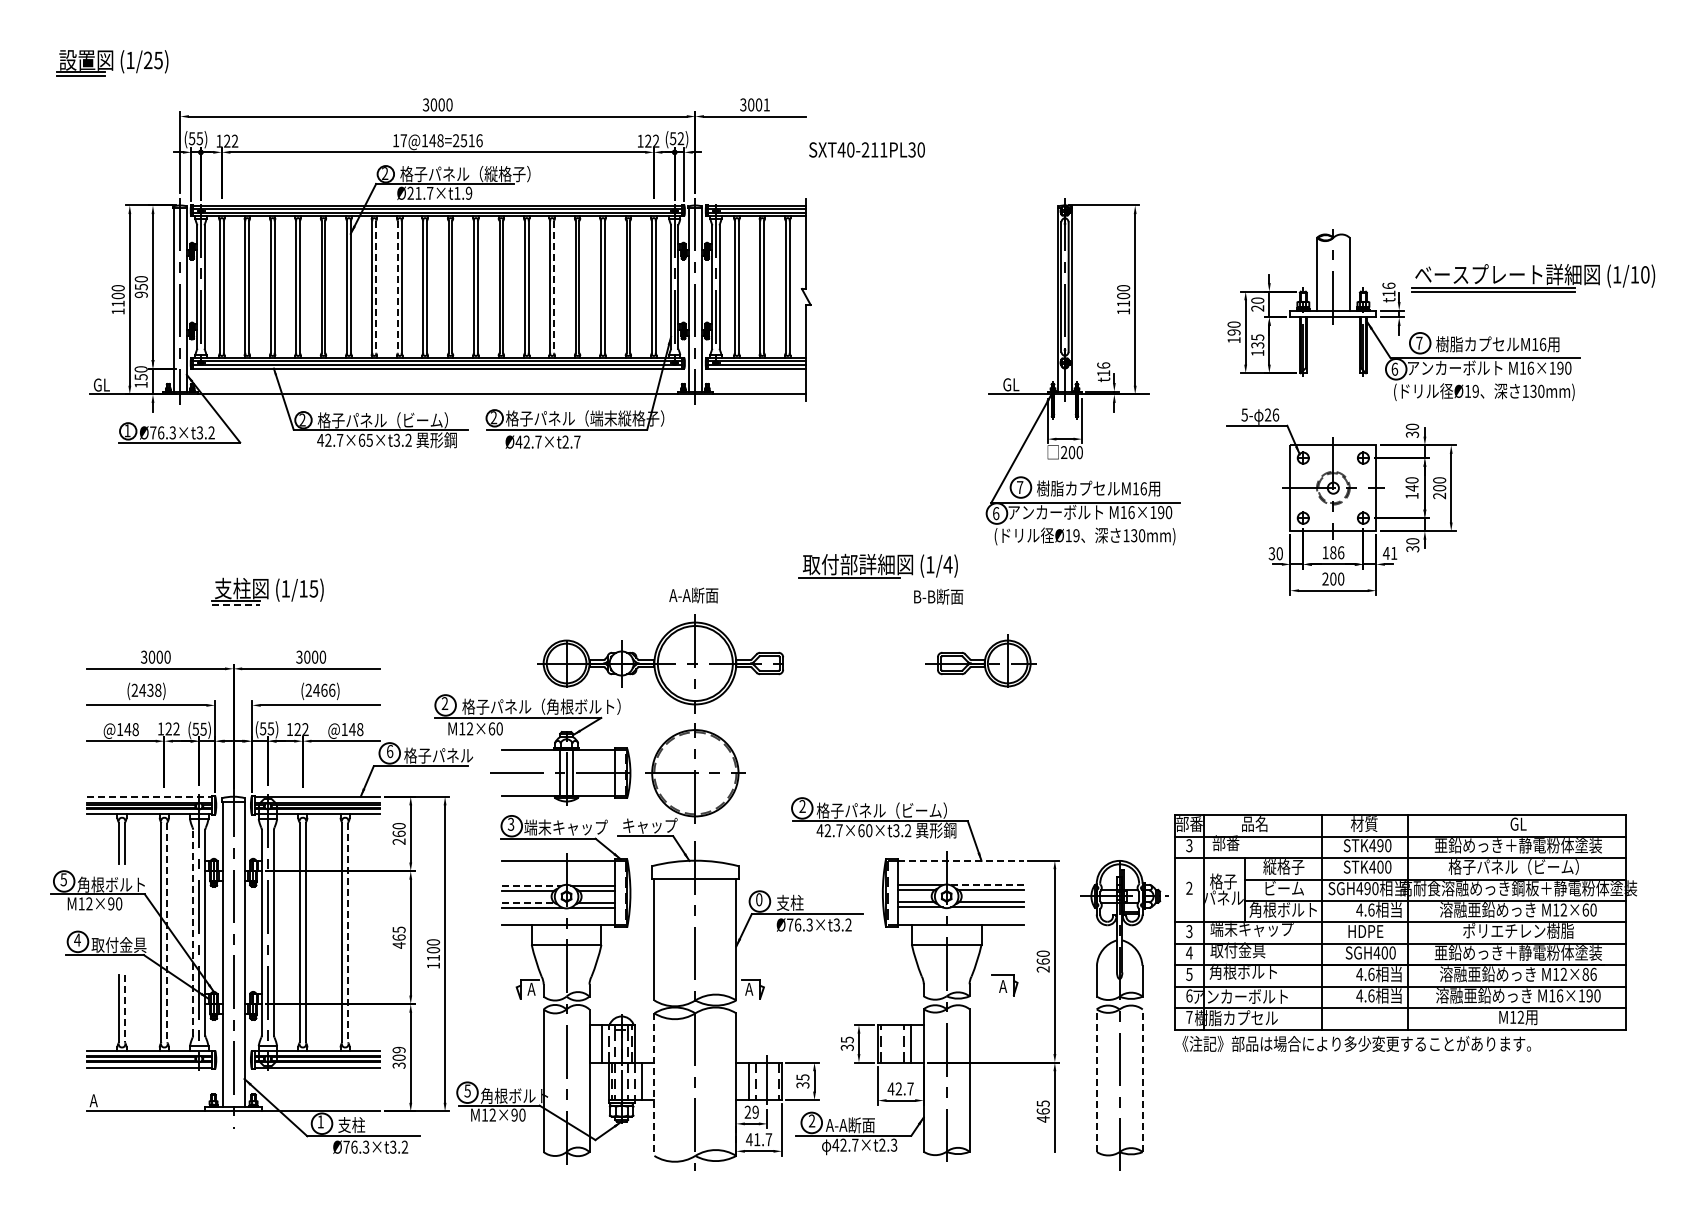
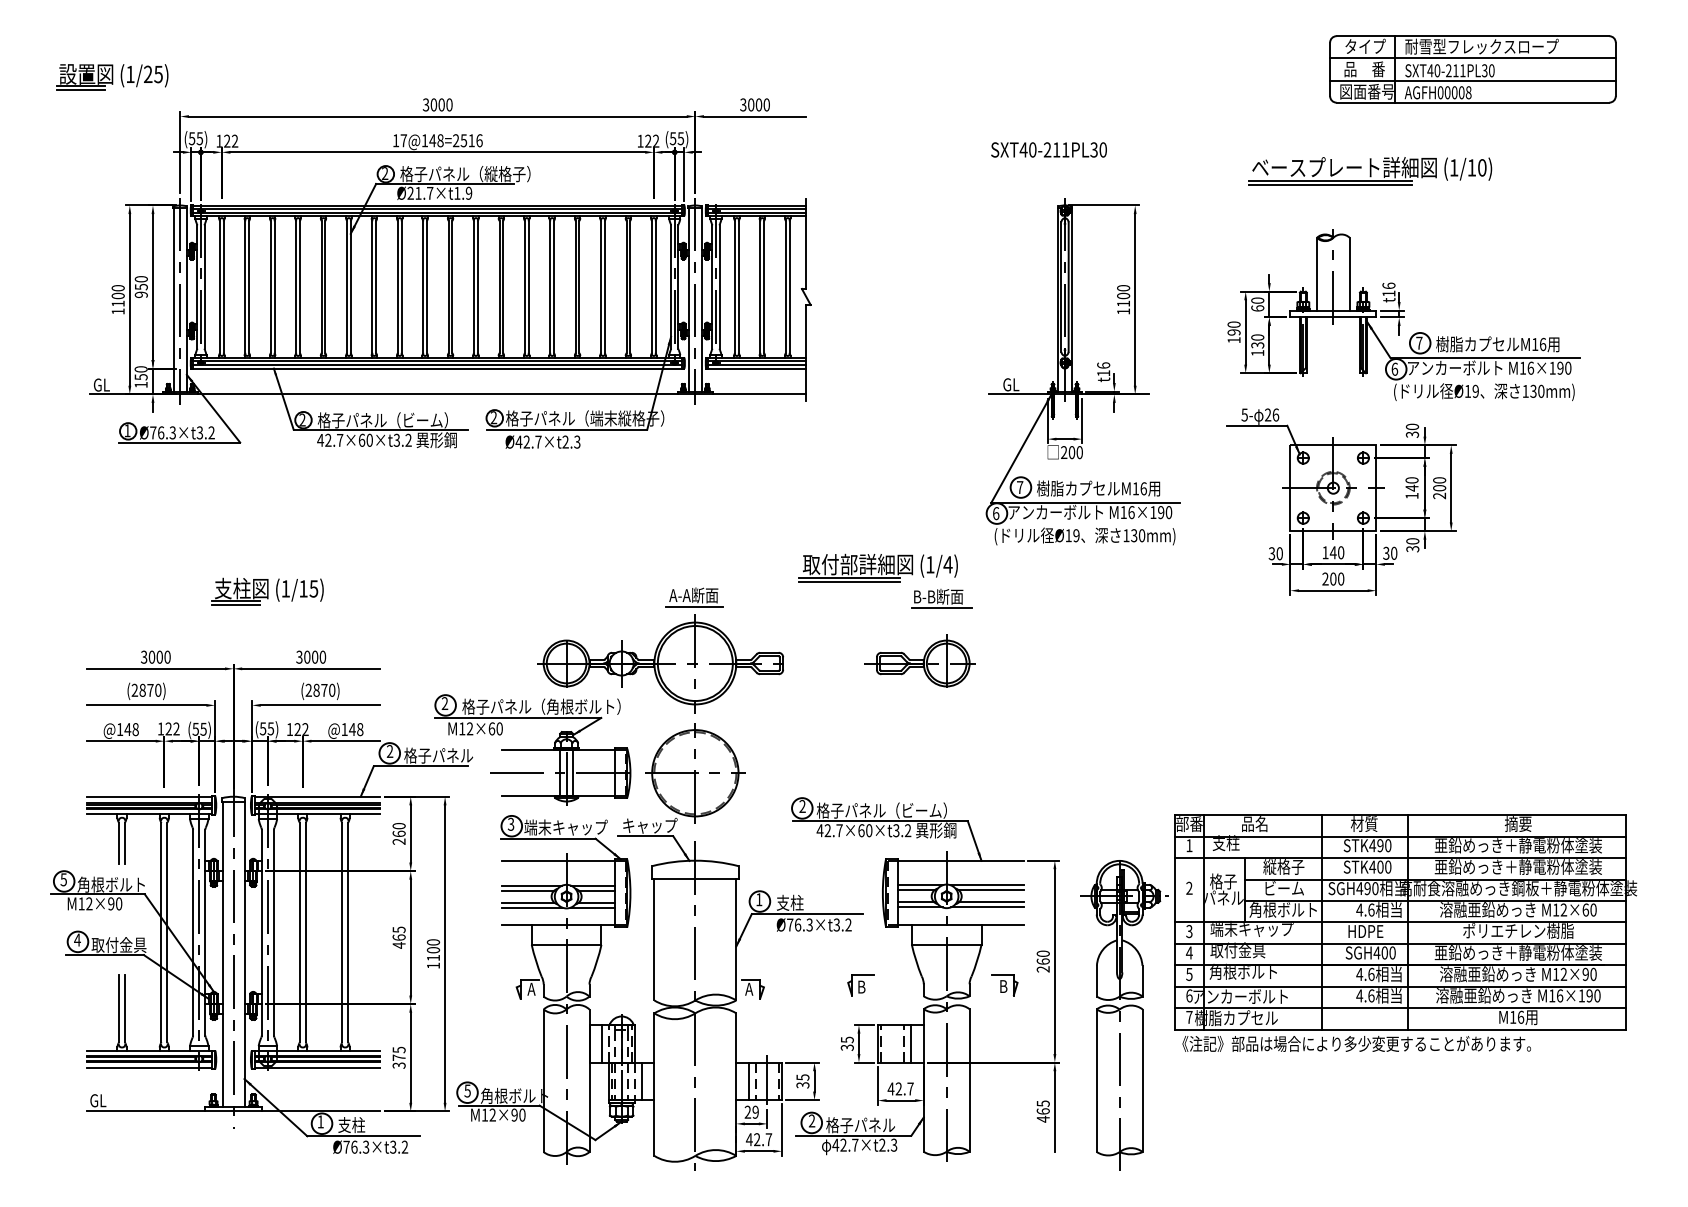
part at (112, 63) position: (112, 63) -> (112, 77)
part at (1472, 69): none -> present
text at (766, 104): 3001 -> 3000
text at (680, 138): (52) -> (55)
text at (866, 149) position: (866, 149) -> (1048, 149)
part at (1533, 278) position: (1533, 278) -> (1370, 171)
line at (376, 287): dashed -> solid
line at (397, 287): dashed -> solid
line at (554, 287): dashed -> solid
text at (1257, 308): 20 -> 60
text at (1257, 337): 135 -> 130
text at (369, 439): 42.7×65×t3.2 -> 42.7×60×t3.2
text at (577, 441): Ø42.7×t2.7 -> Ø42.7×t2.3
text at (1336, 552): 186 -> 140
text at (1389, 552): 41 -> 30
line at (849, 582): none -> present
line at (235, 605): dashed -> solid
line at (694, 607): none -> present
line at (941, 607): none -> present
part at (980, 660) position: (980, 660) -> (919, 660)
text at (150, 689): (2438) -> (2870)
text at (324, 689): (2466) -> (2870)
text at (389, 751): 6 -> 2
line at (149, 796): dashed -> solid
text at (1517, 823): GL -> 摘要
text at (1225, 843): 部番 -> 支柱
text at (1189, 845): 3 -> 1
line at (961, 860): dashed -> solid
text at (1517, 866): 格子パネル（ビーム） -> 亜鉛めっき＋静電粉体塗装
line at (532, 885): dashed -> solid
line at (987, 885): dashed -> solid
text at (759, 899): 0 -> 1
line at (528, 902): dashed -> solid
line at (167, 932): dashed -> solid
line at (193, 932): dashed -> solid
line at (348, 932): dashed -> solid
text at (1589, 973): M12×86 -> M12×90
part at (860, 985): none -> present
text at (1003, 986): A -> B
line at (125, 1008): dashed -> solid
text at (1520, 1016): M12 -> M16
text at (398, 1053): 309 -> 375
line at (1096, 1080): dashed -> solid
line at (1142, 1080): dashed -> solid
line at (654, 1085): dashed -> solid
text at (97, 1100): A -> GL
text at (859, 1125): A-A断面 -> 格子パネル
text at (757, 1139): 41.7 -> 42.7
